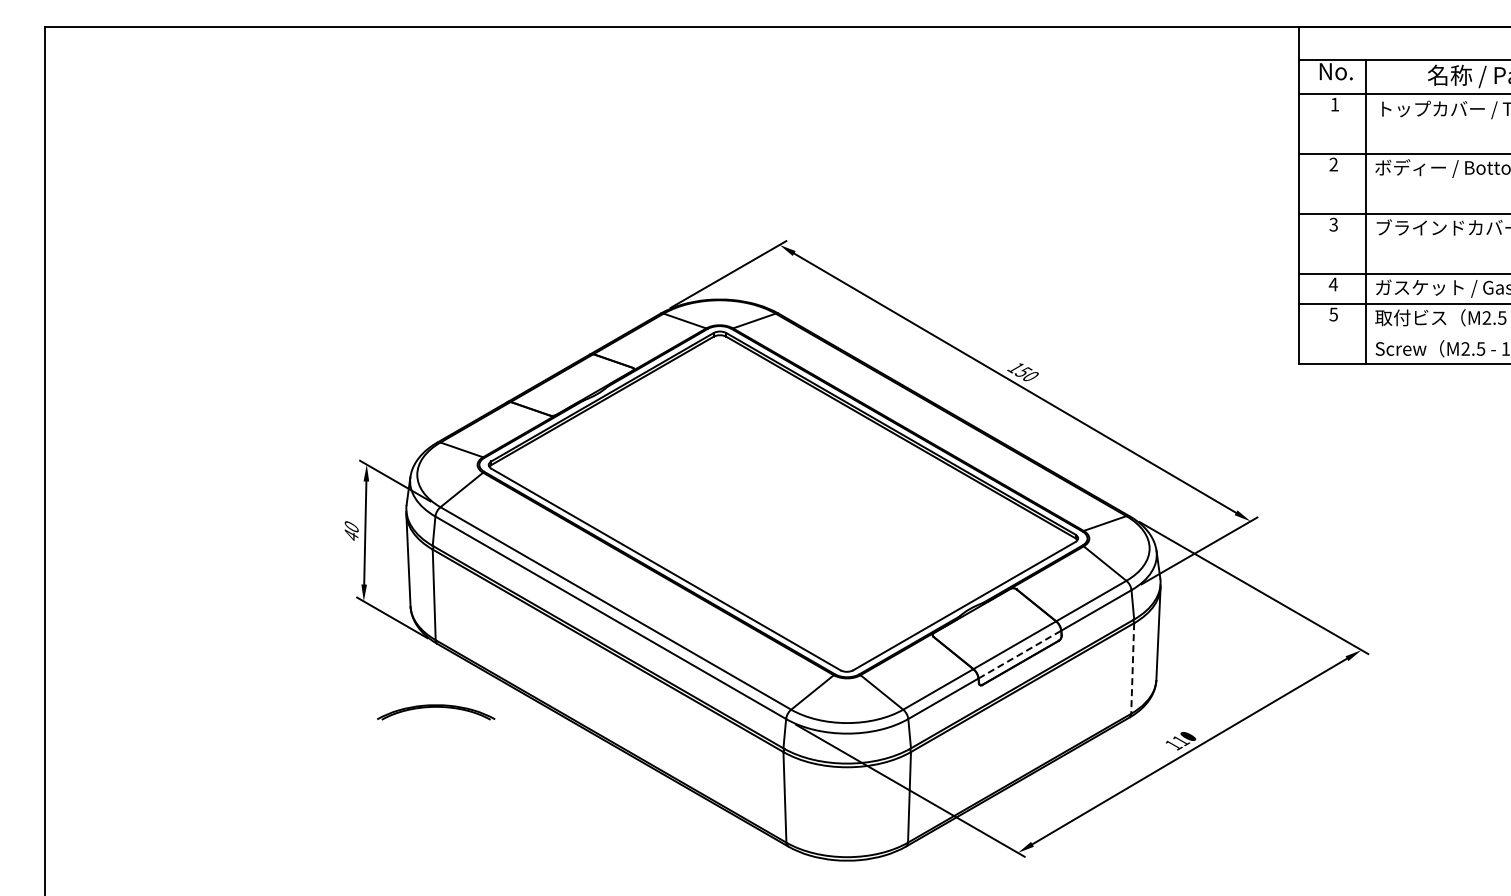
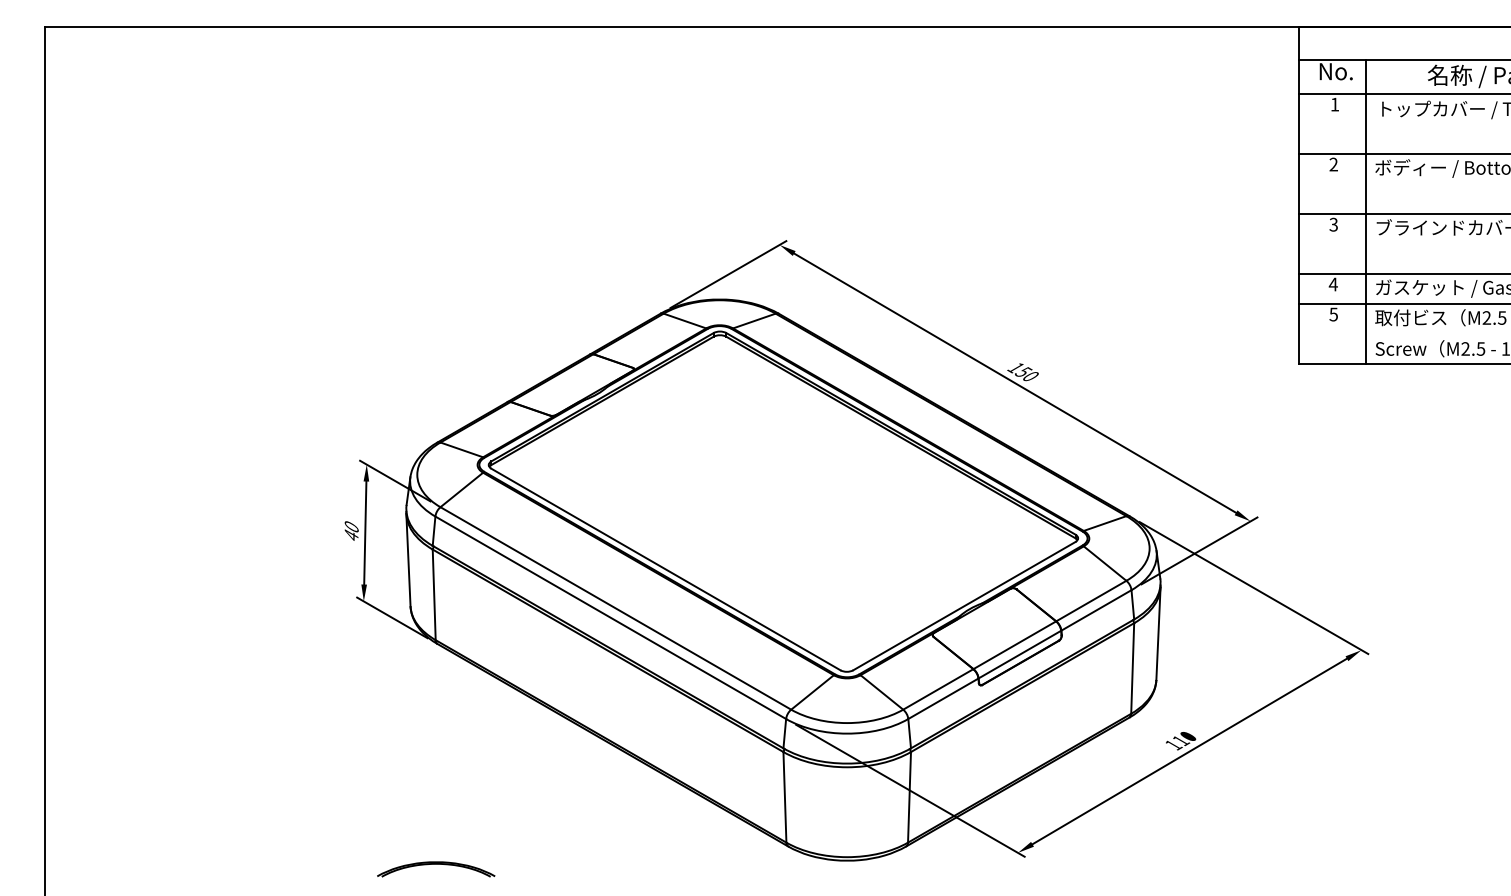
line at (1019, 654): dashed -> solid
line at (1132, 668): dashed -> solid
part at (436, 712) position: (436, 712) -> (436, 869)
